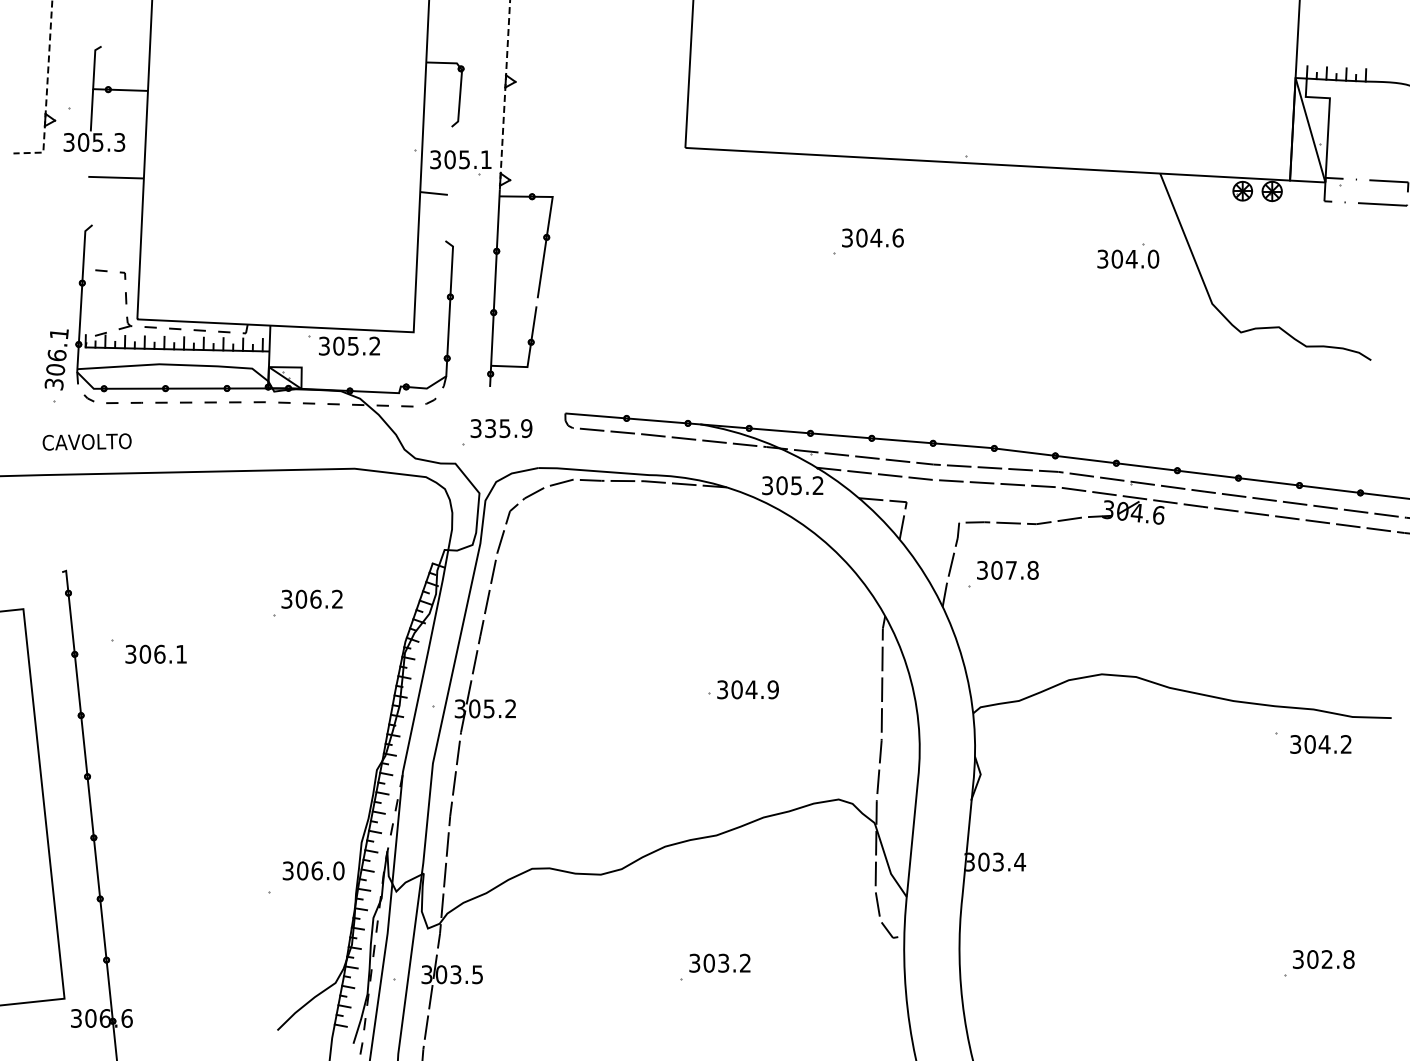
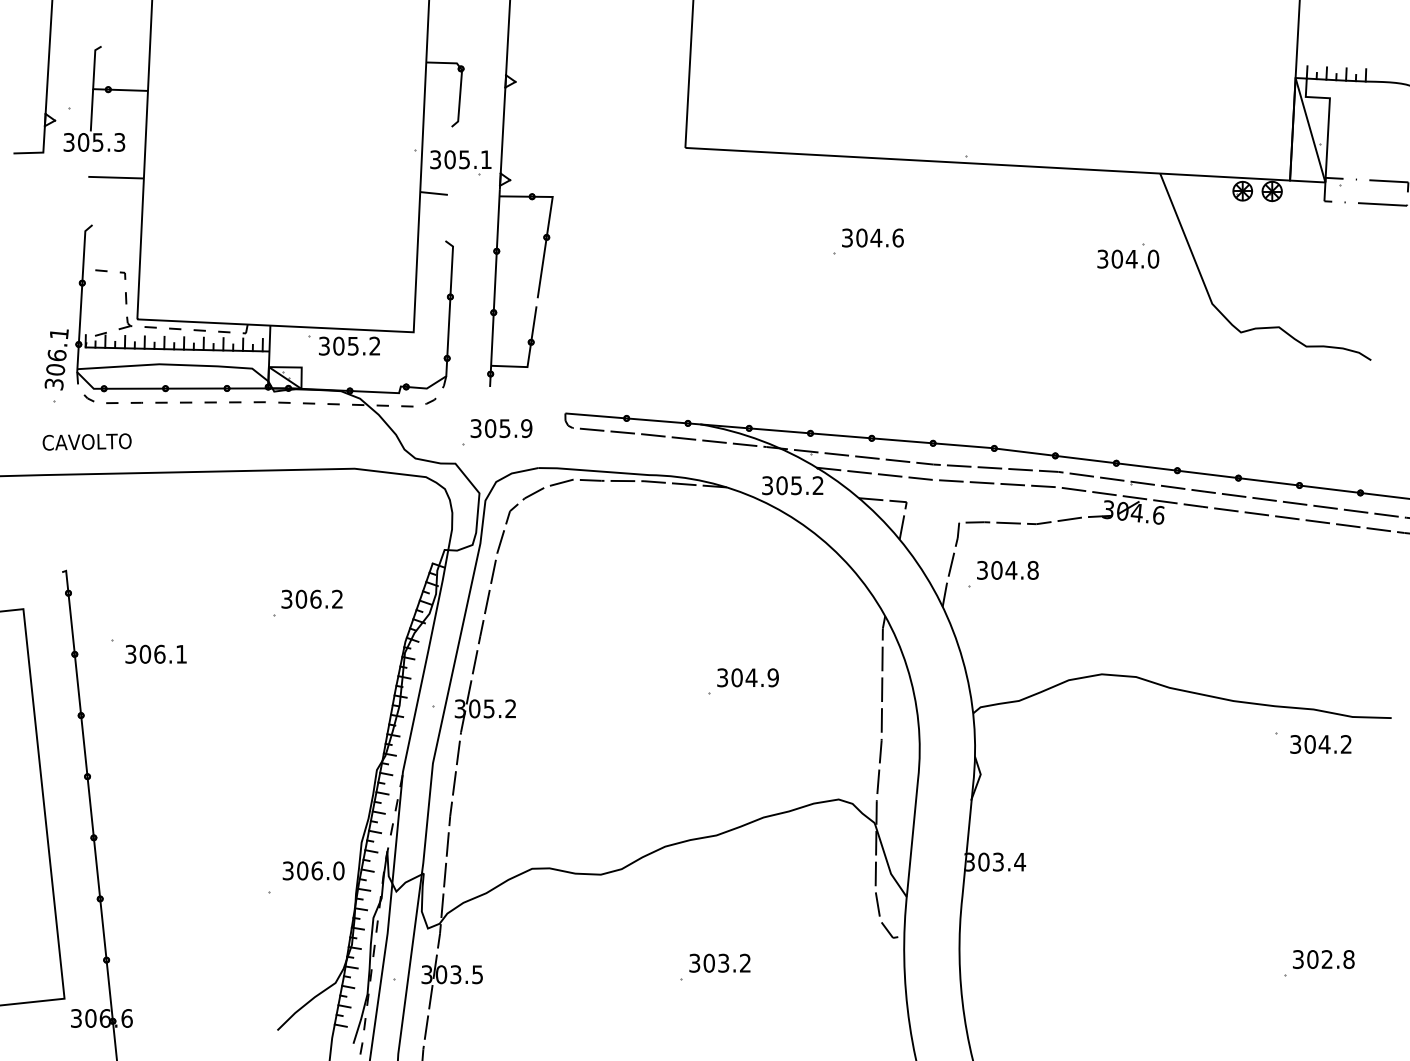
line at (46, 91): dashed -> solid
line at (504, 95): dashed -> solid
text at (490, 428): 335.9 -> 305.9
text at (1011, 570): 307.8 -> 304.8
text at (747, 689) position: (747, 689) -> (747, 677)
